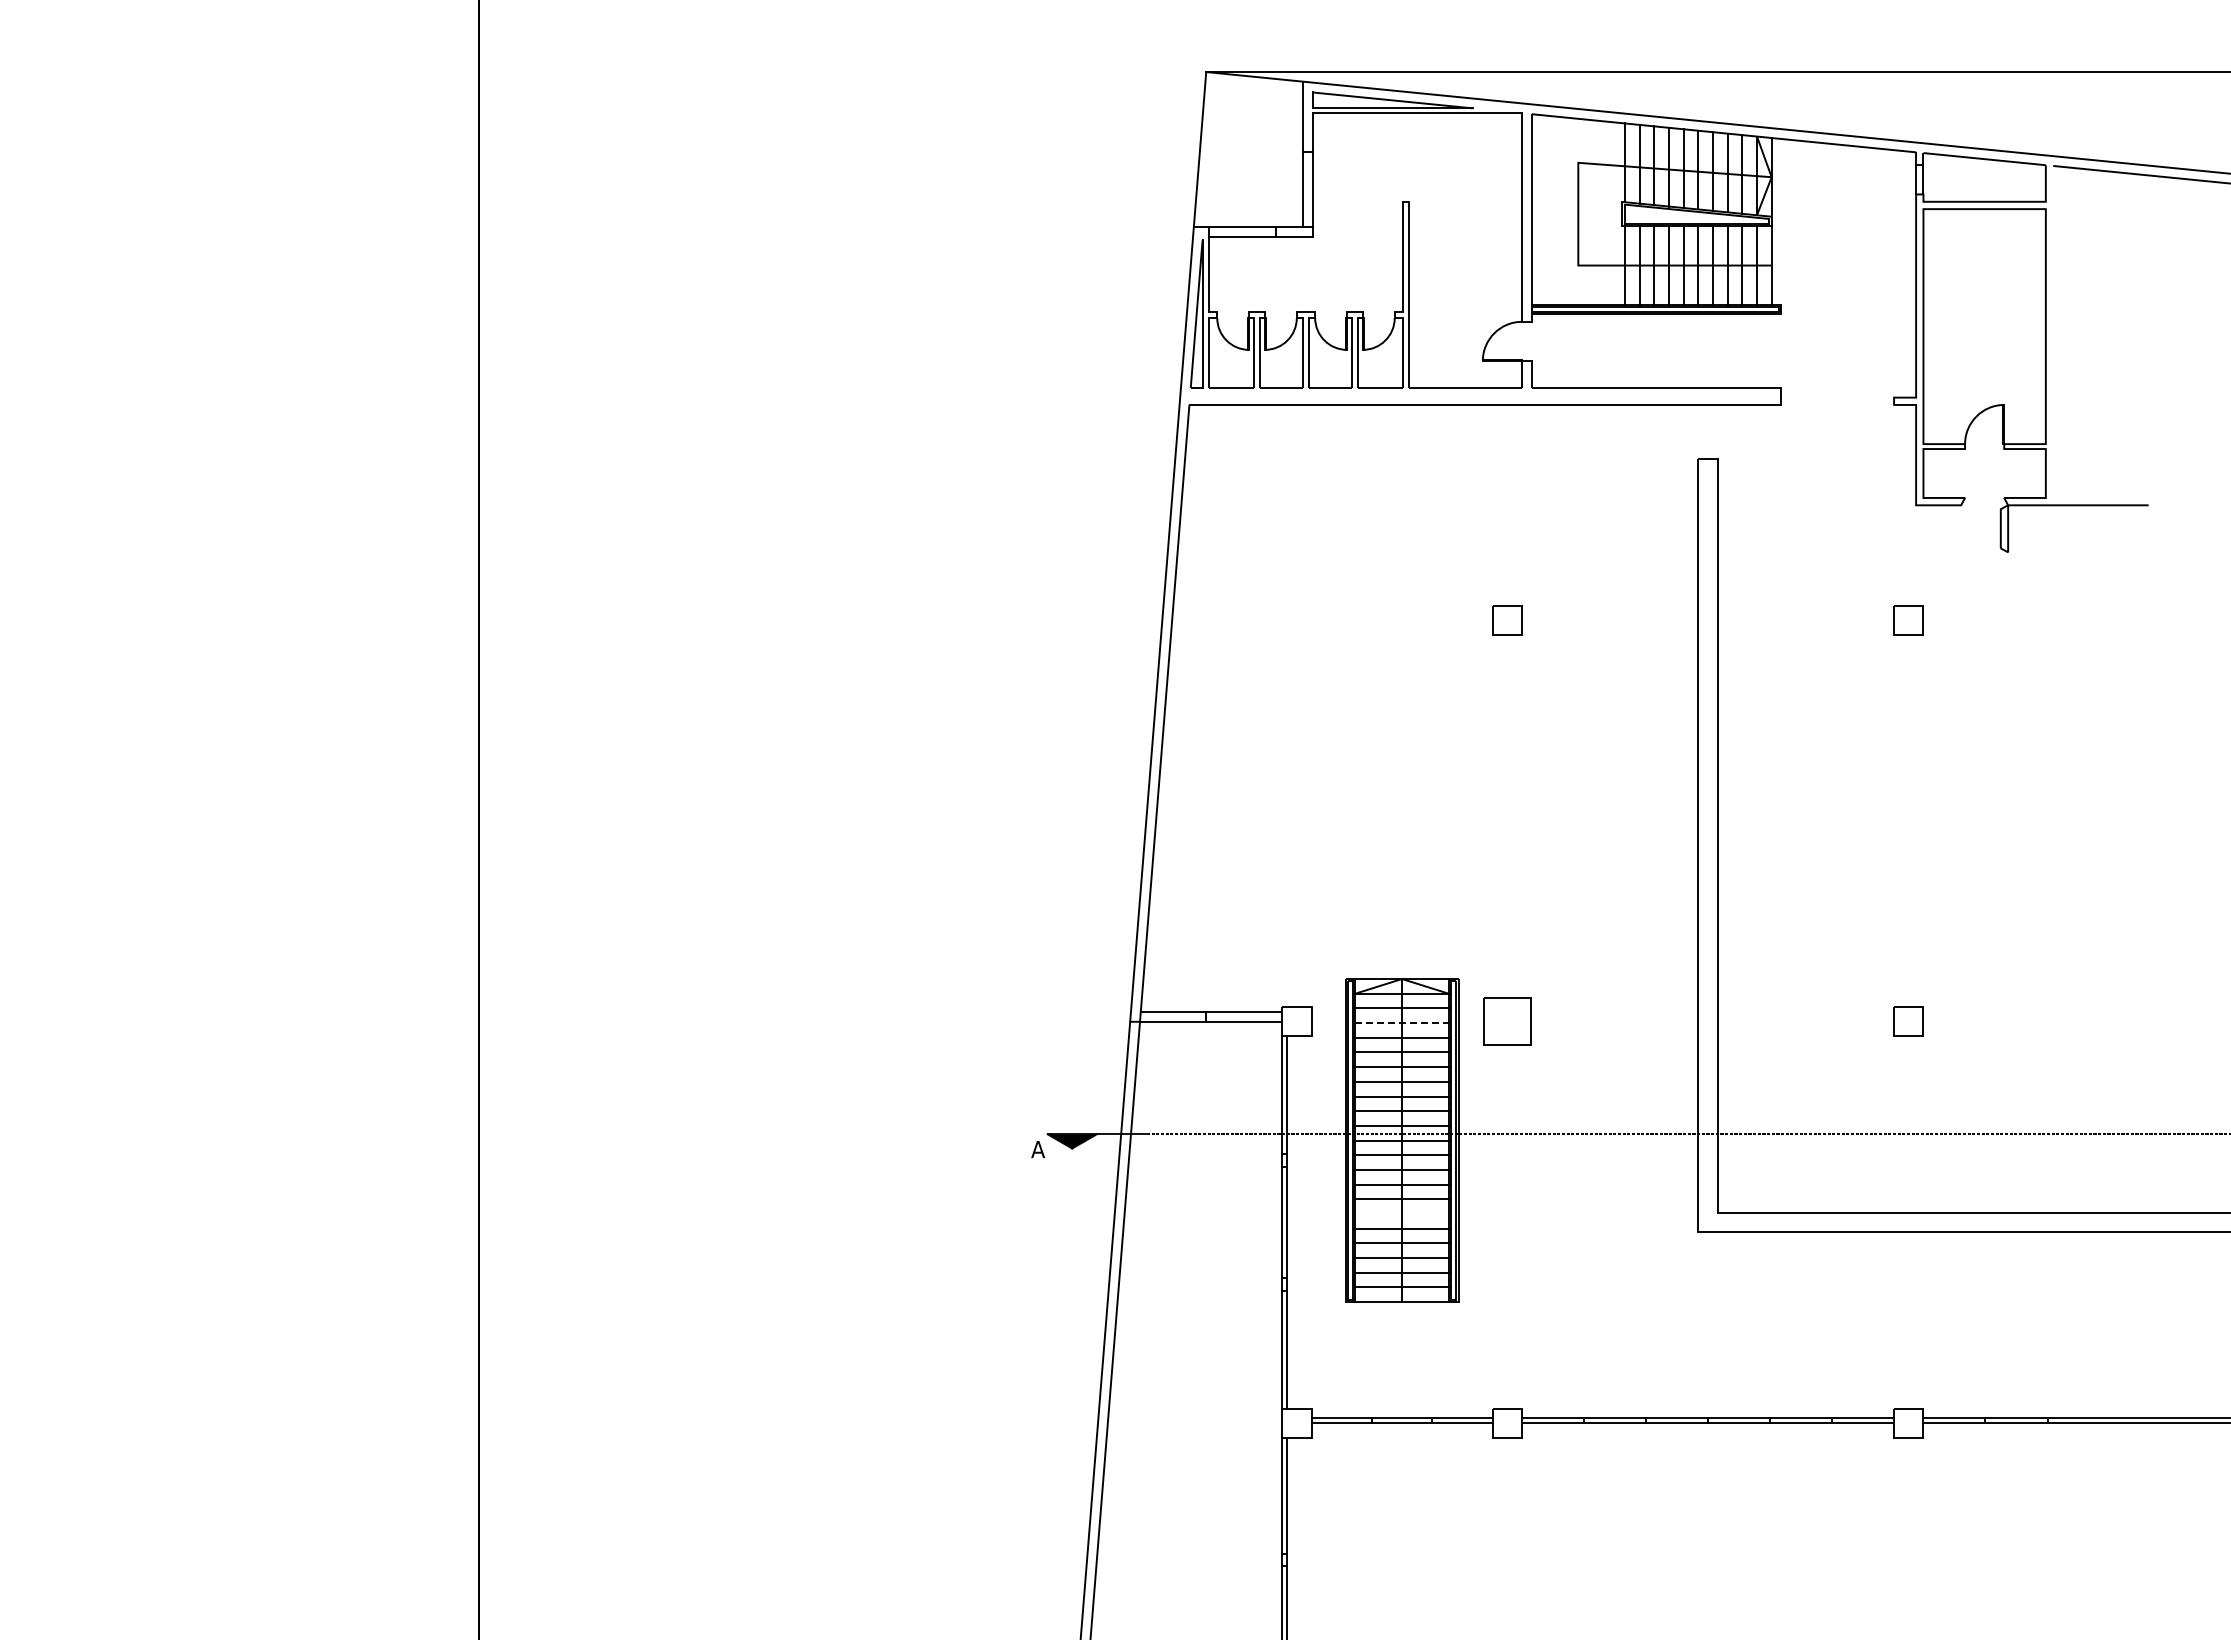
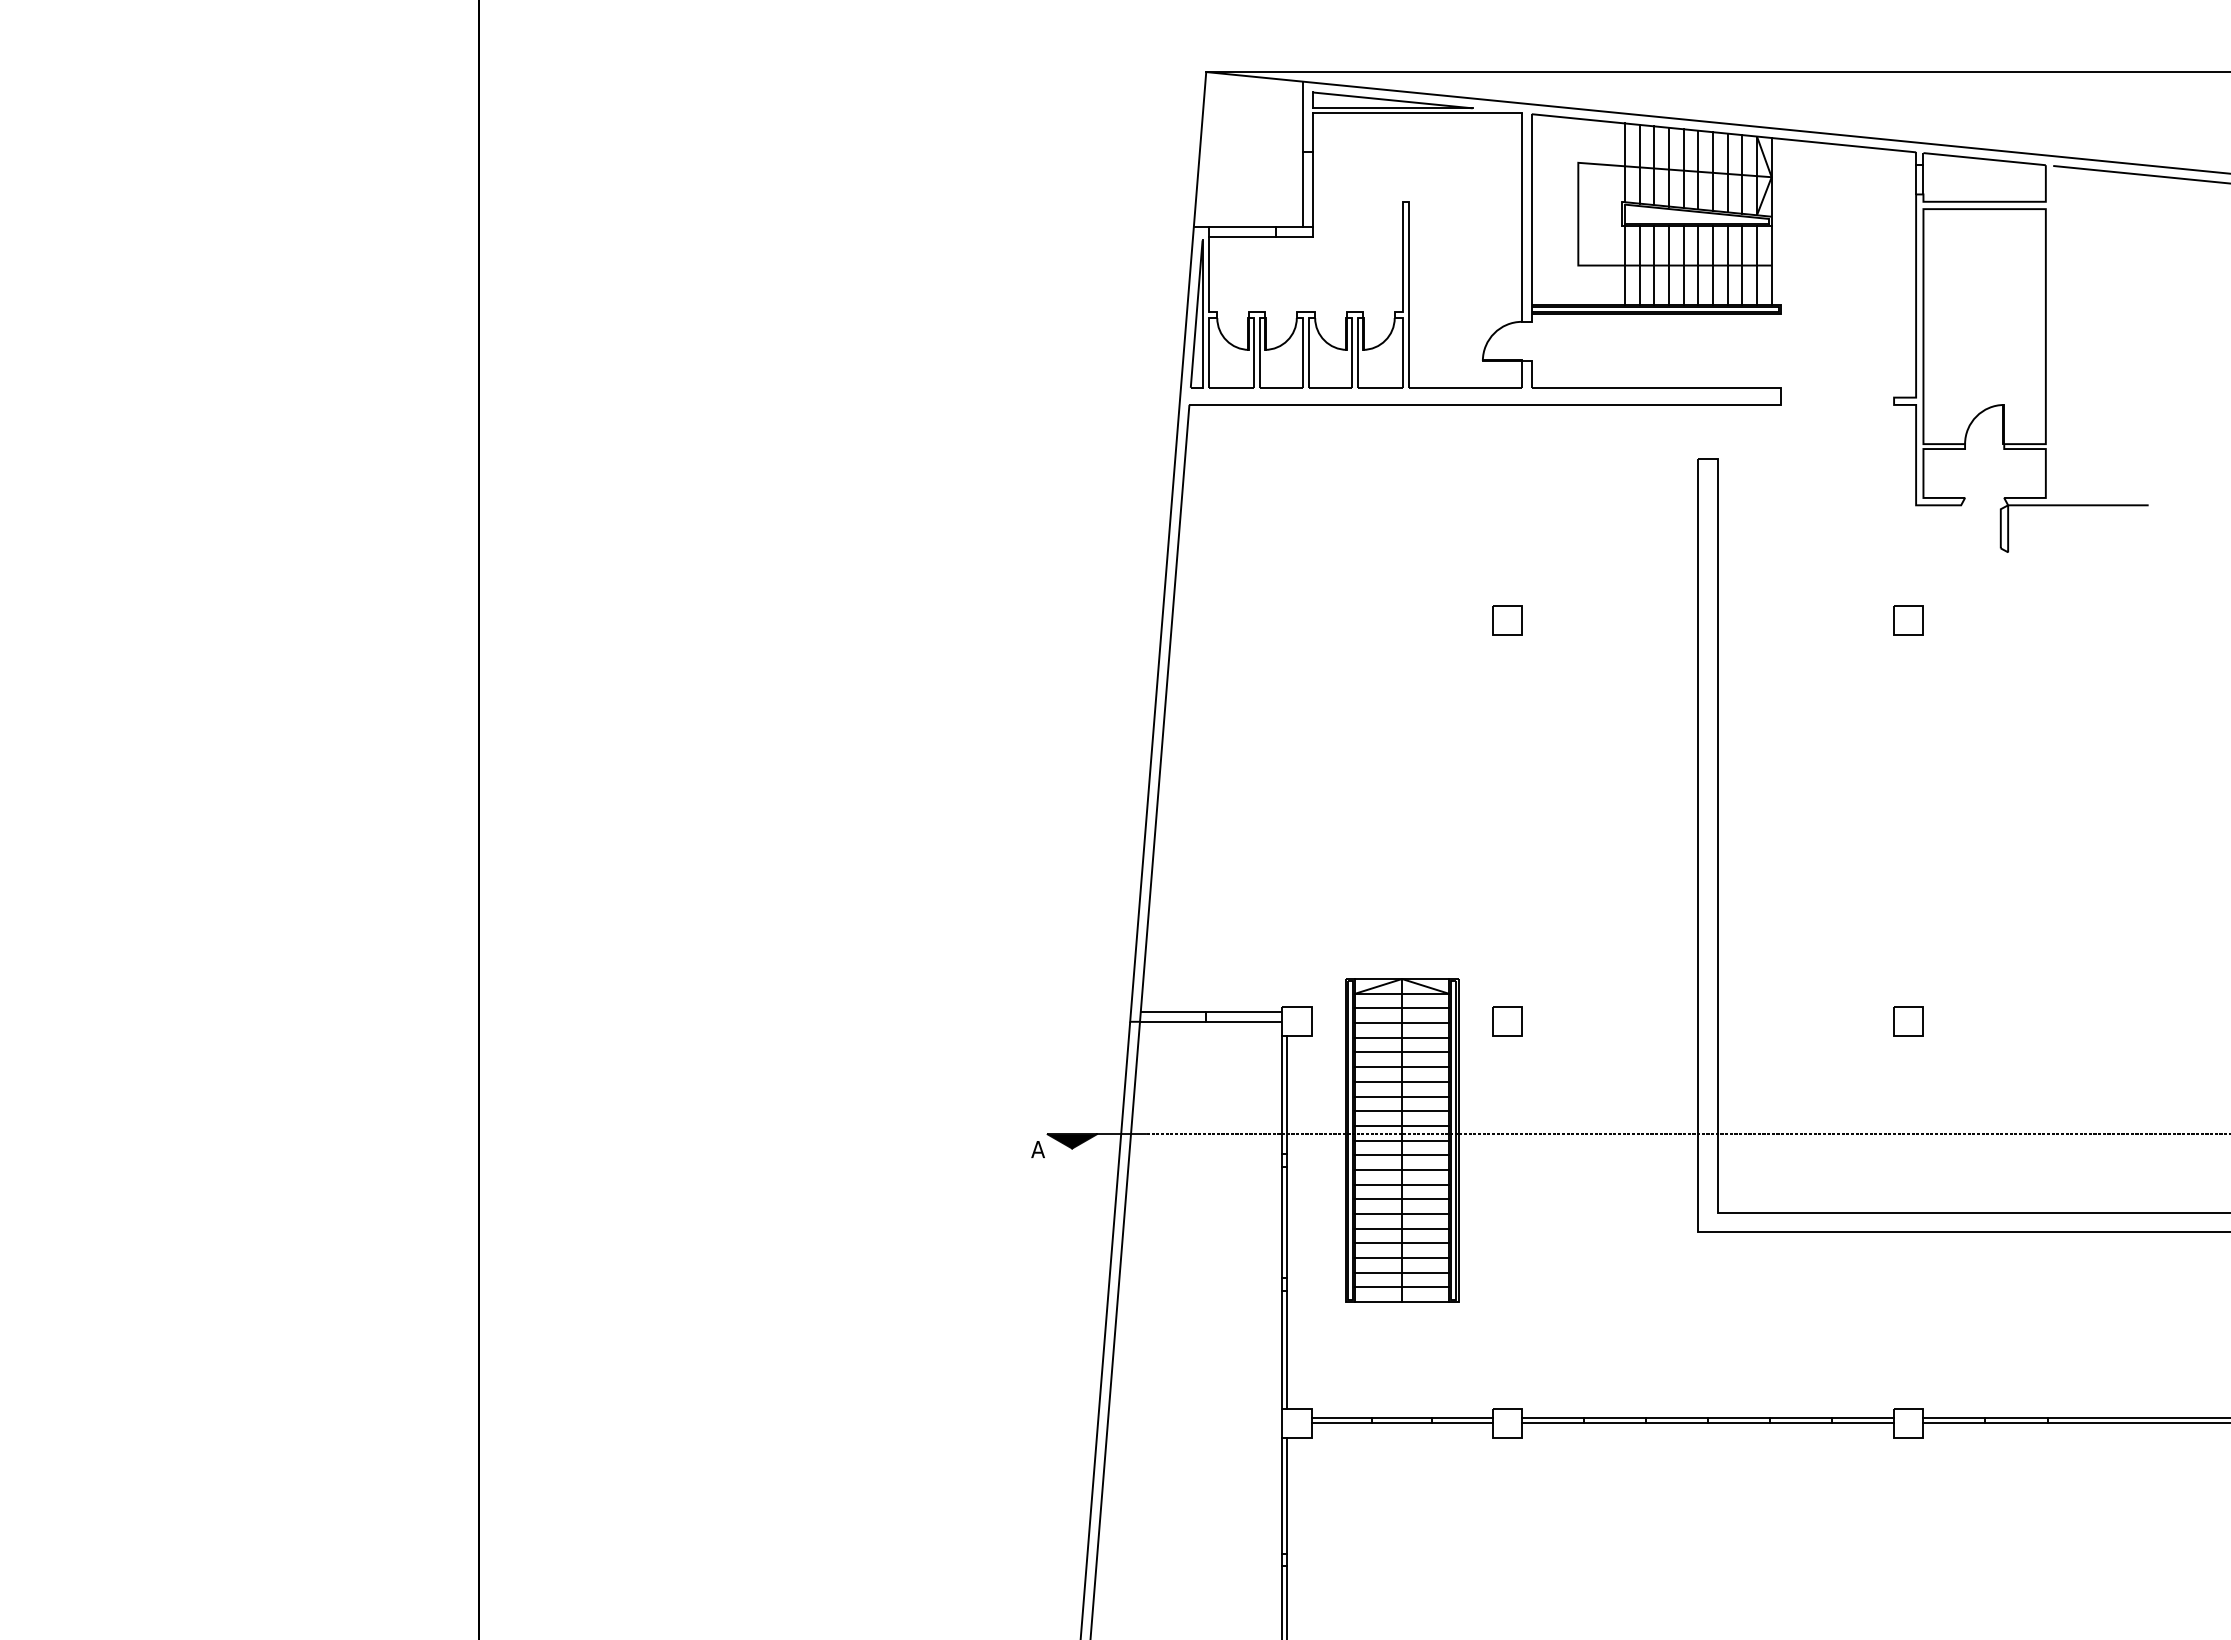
part at (1507, 1021) size: 49x49 px -> 31x31 px
line at (1402, 1023): dashed -> solid
line at (1401, 1214): none -> present
